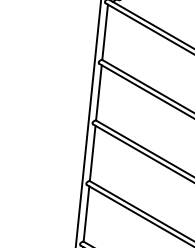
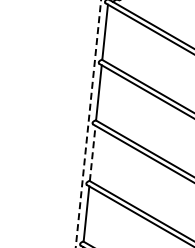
line at (88, 124): solid -> dashed
line at (92, 153): solid -> dashed
